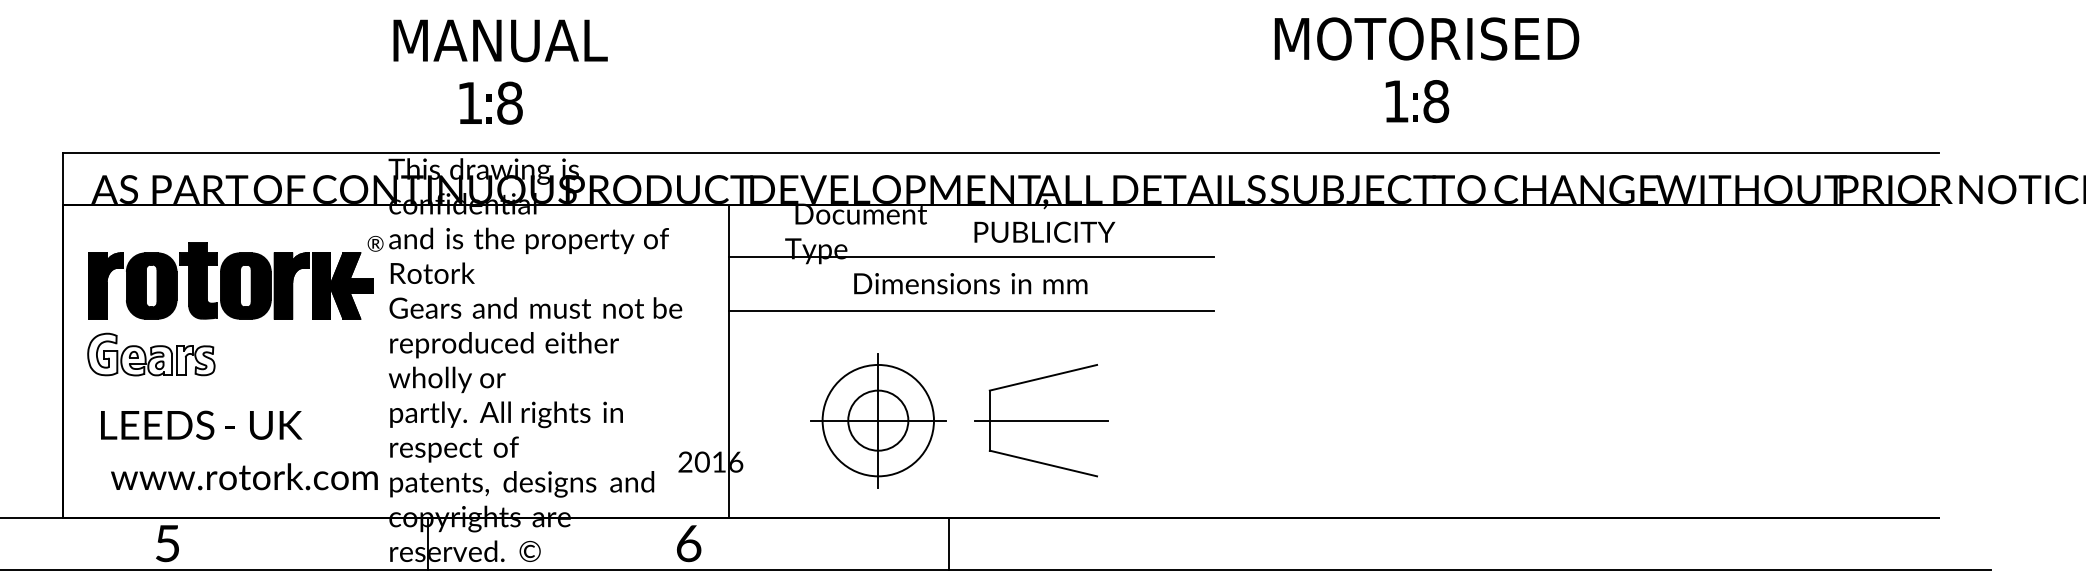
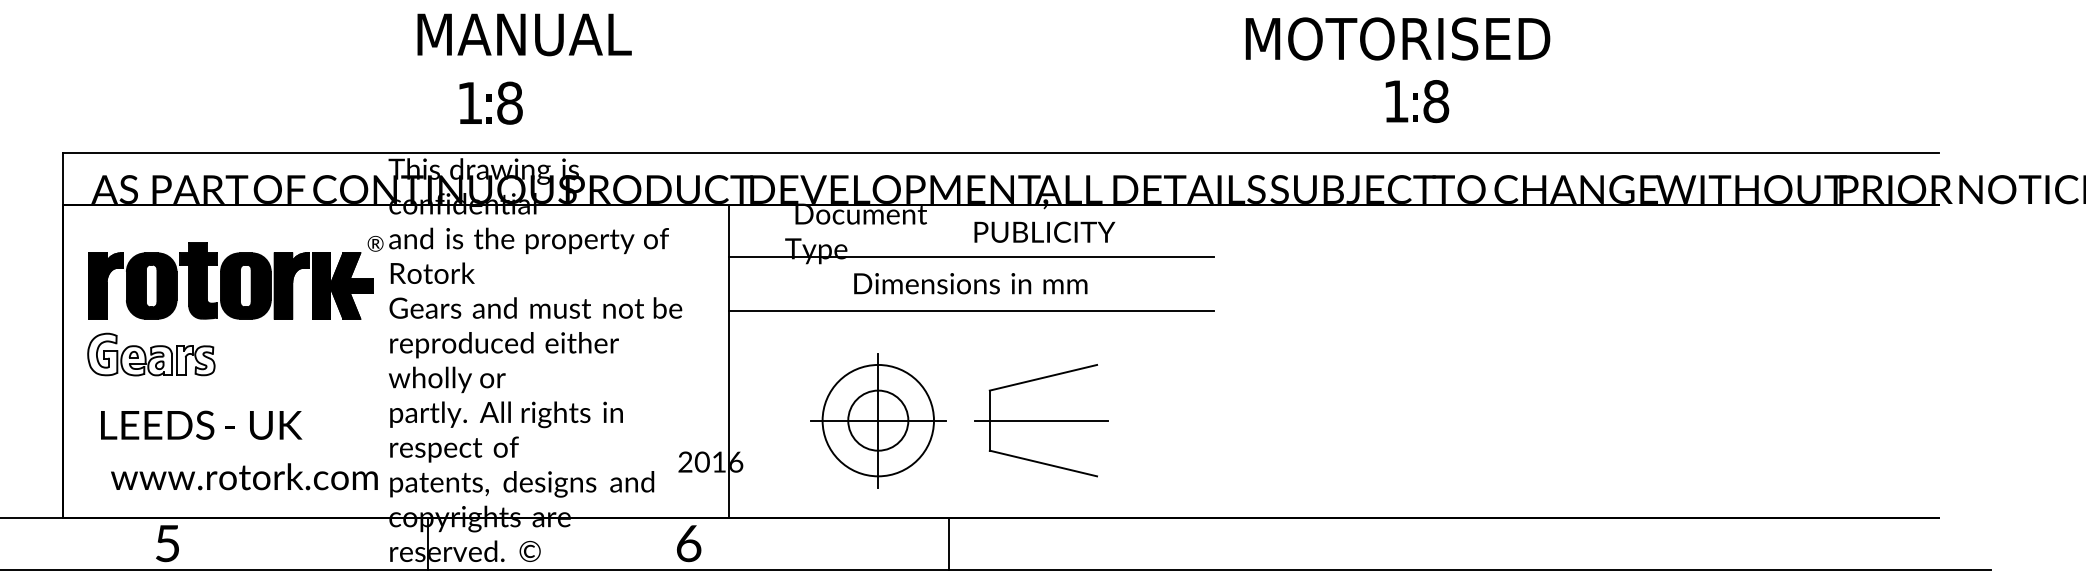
text at (1426, 38) position: (1426, 38) -> (1397, 38)
text at (500, 40) position: (500, 40) -> (524, 34)
